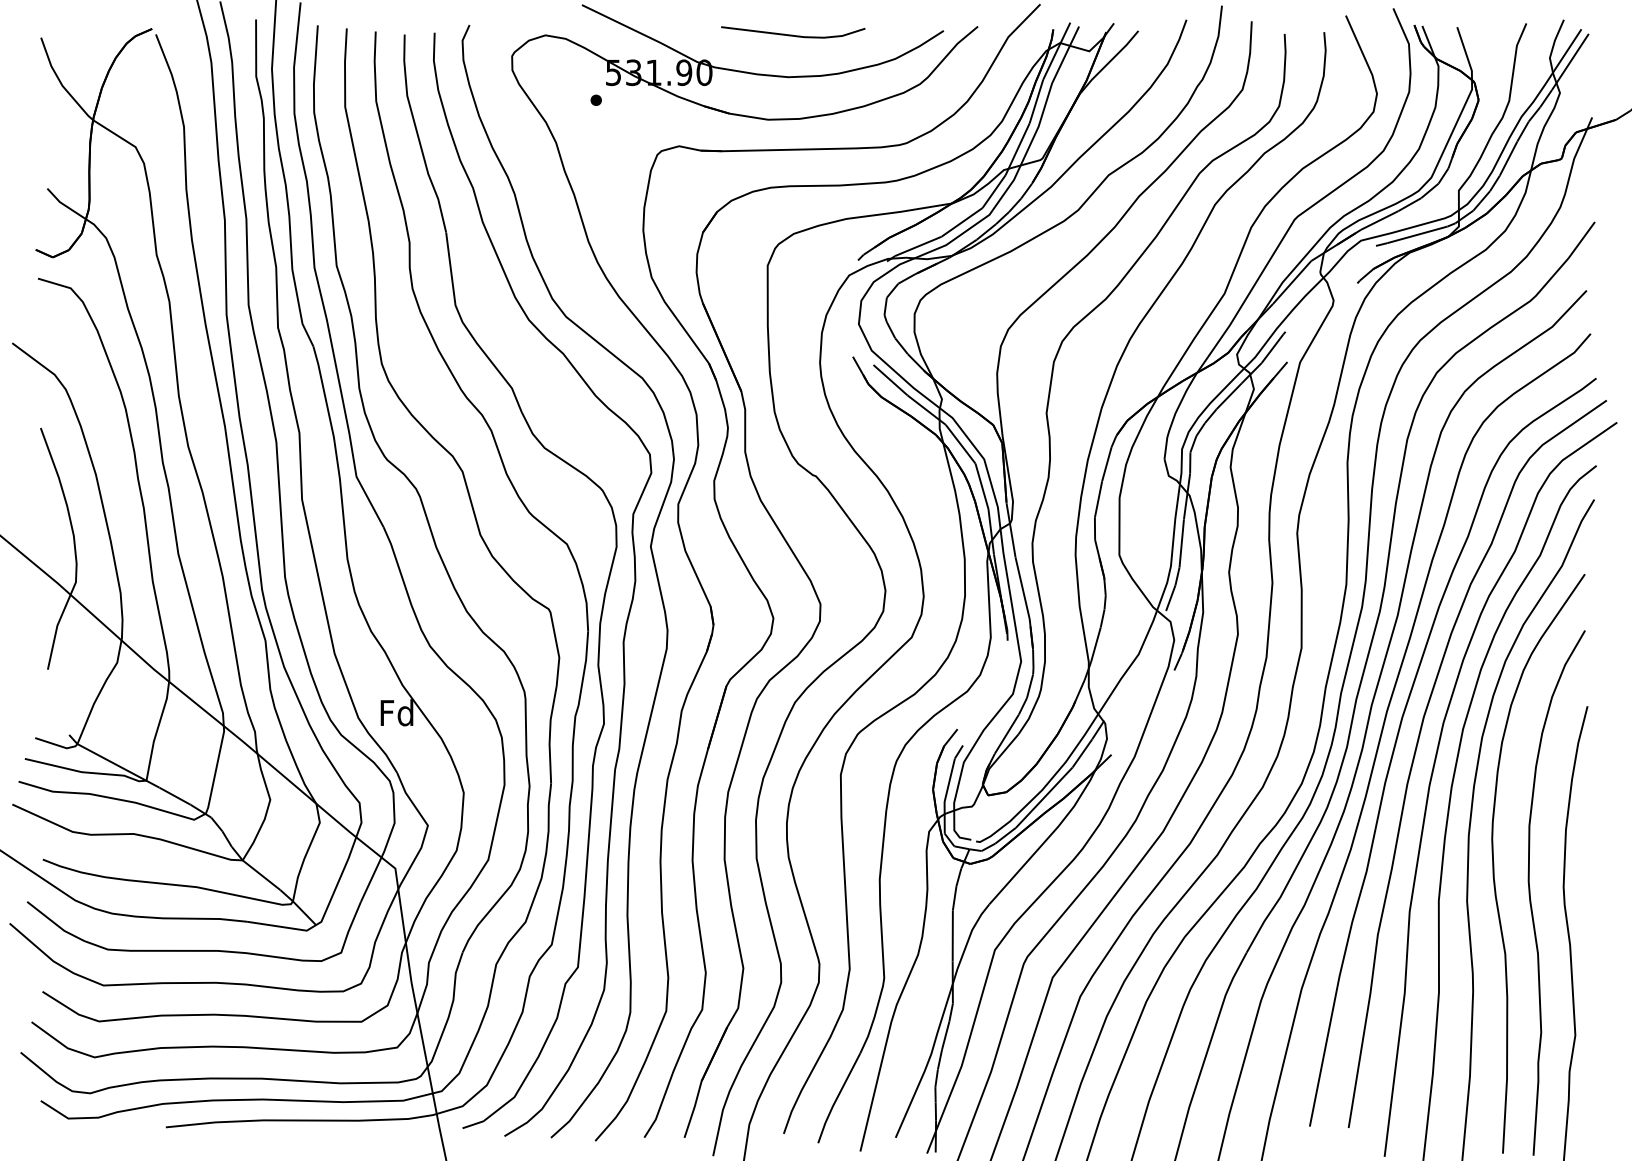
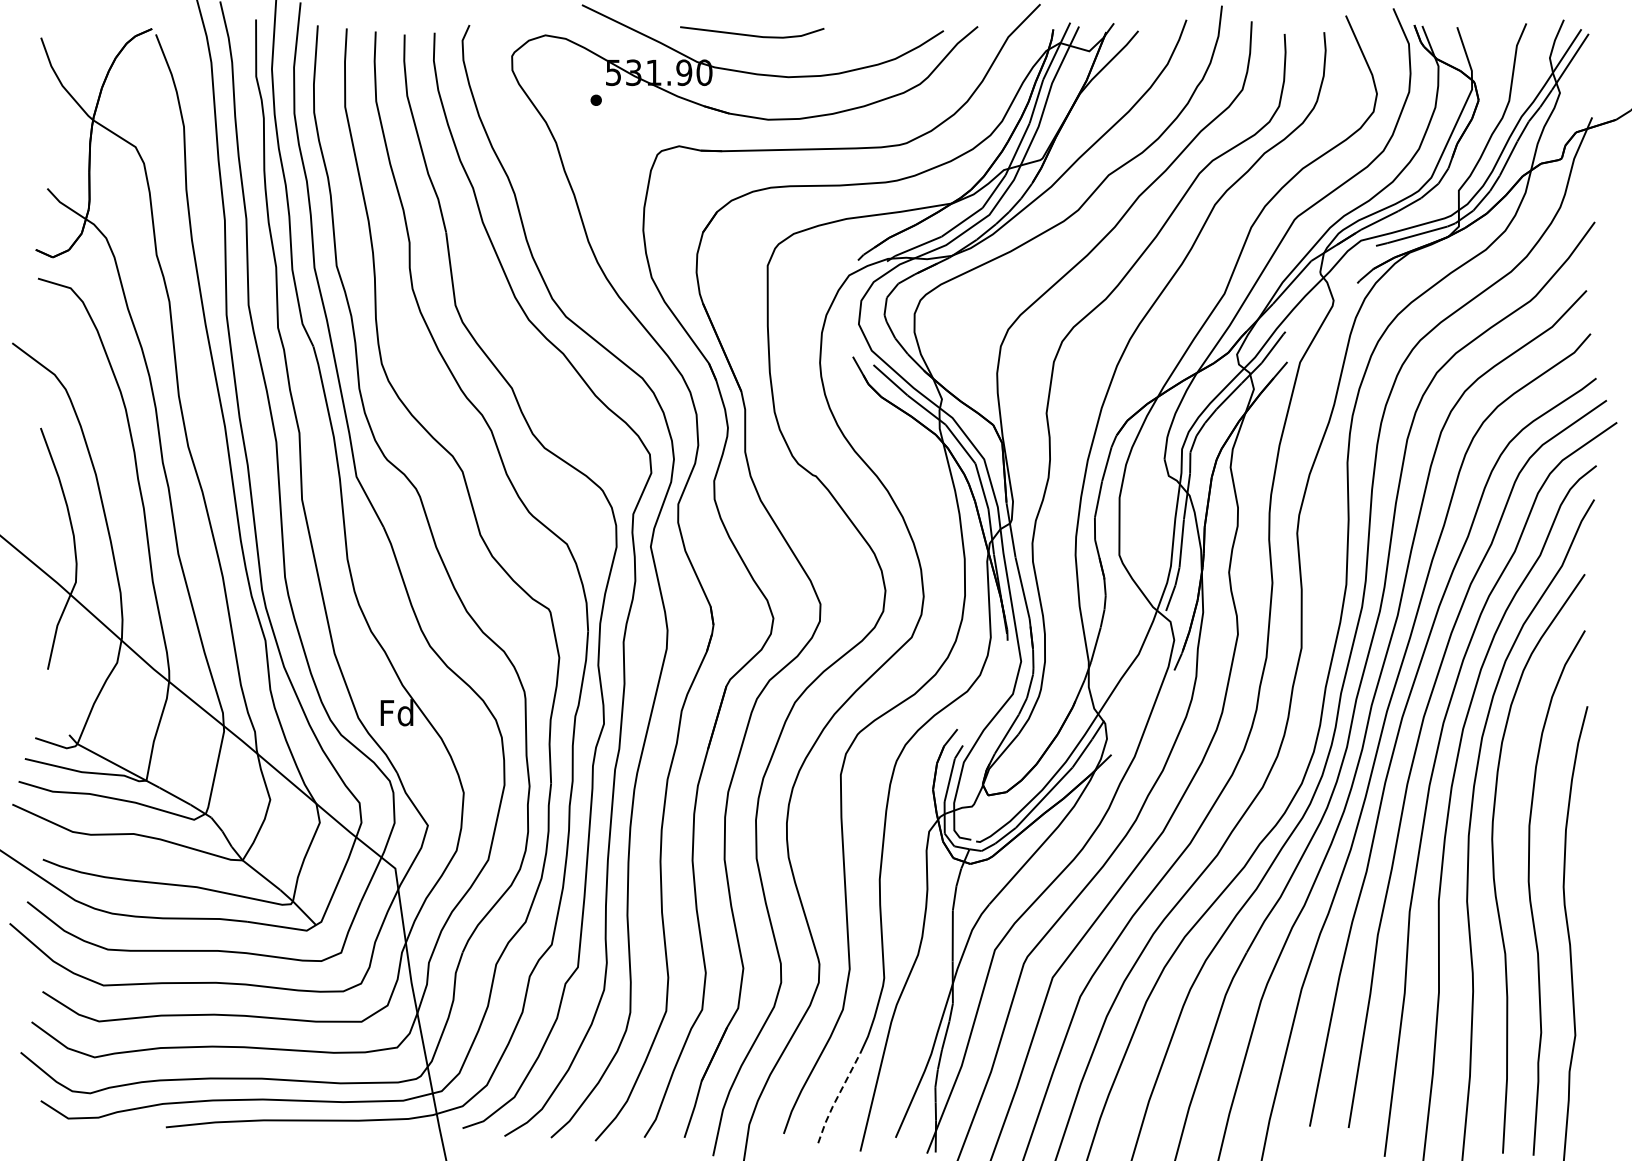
line at (792, 34) position: (792, 34) -> (751, 34)
line at (837, 1098): solid -> dashed
